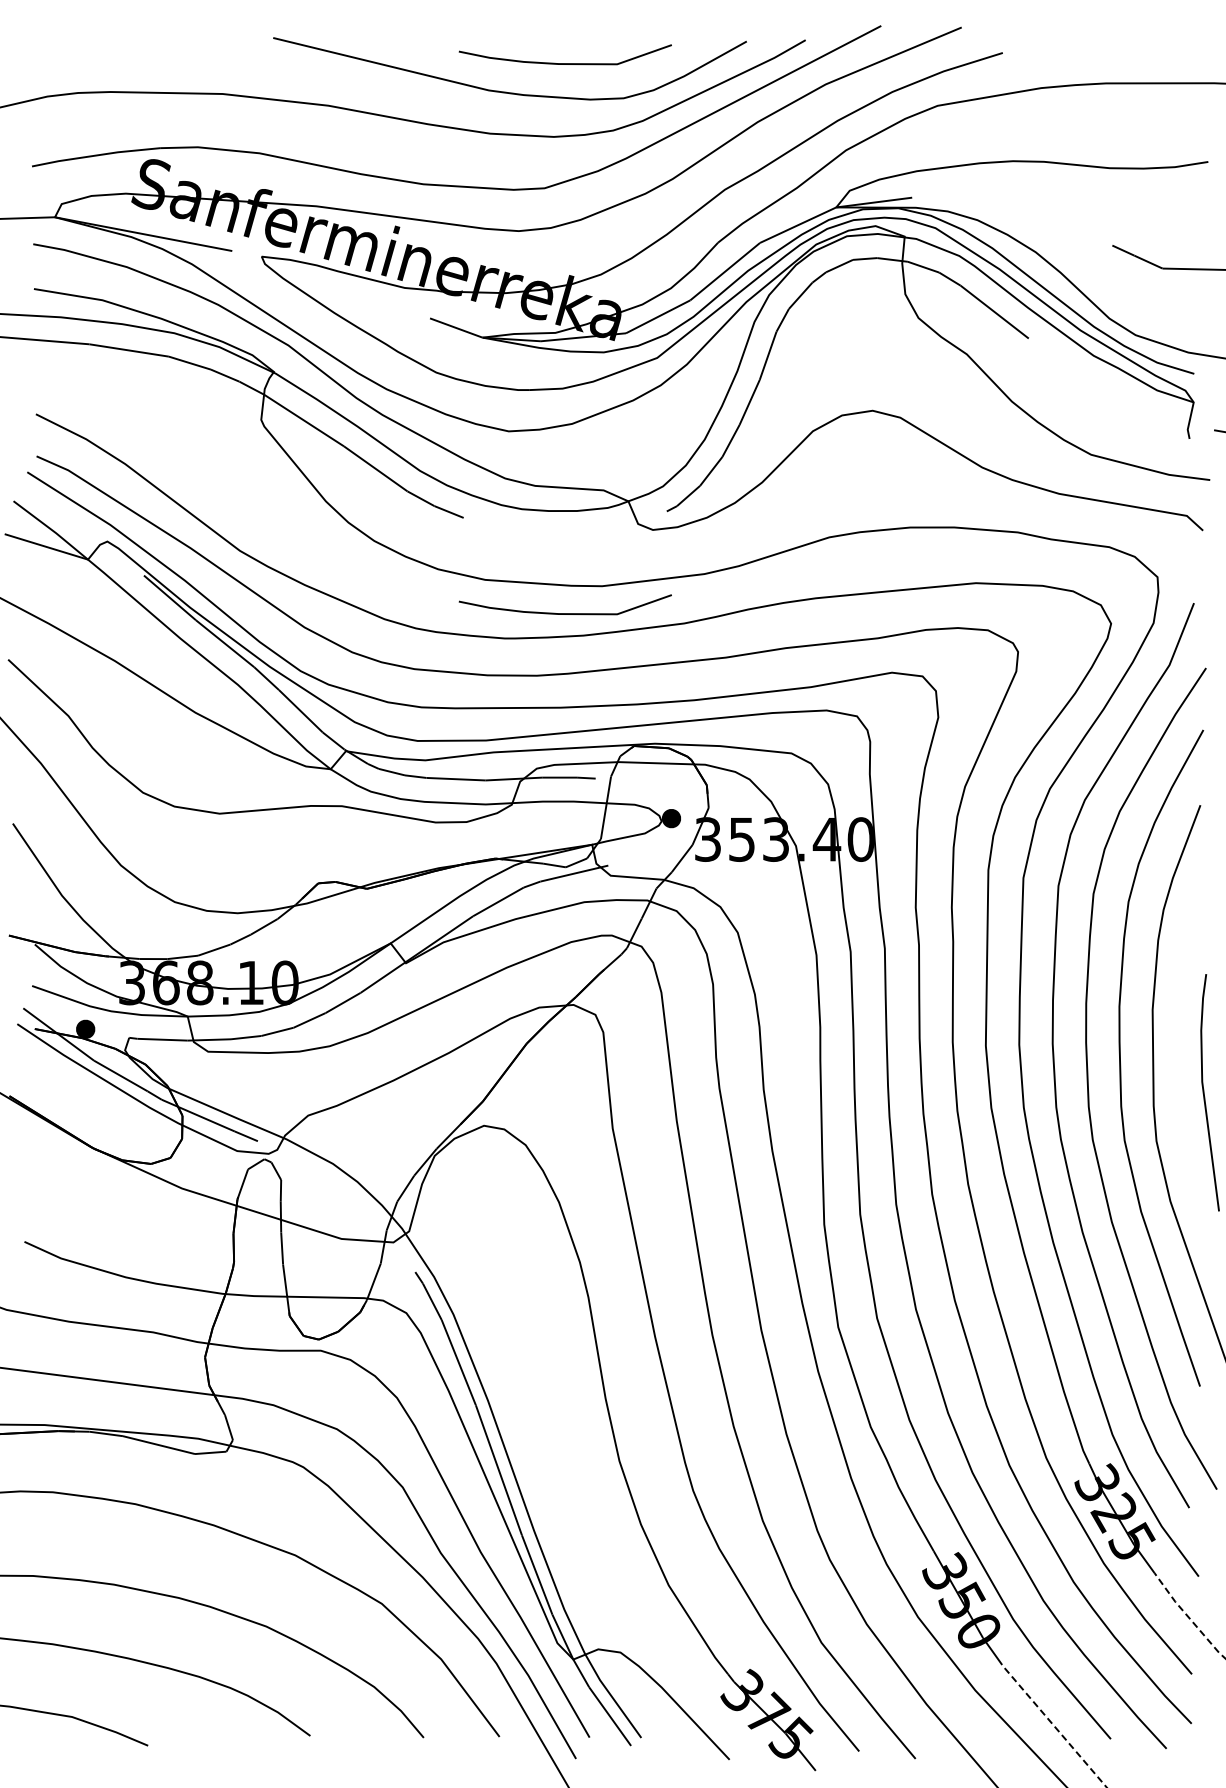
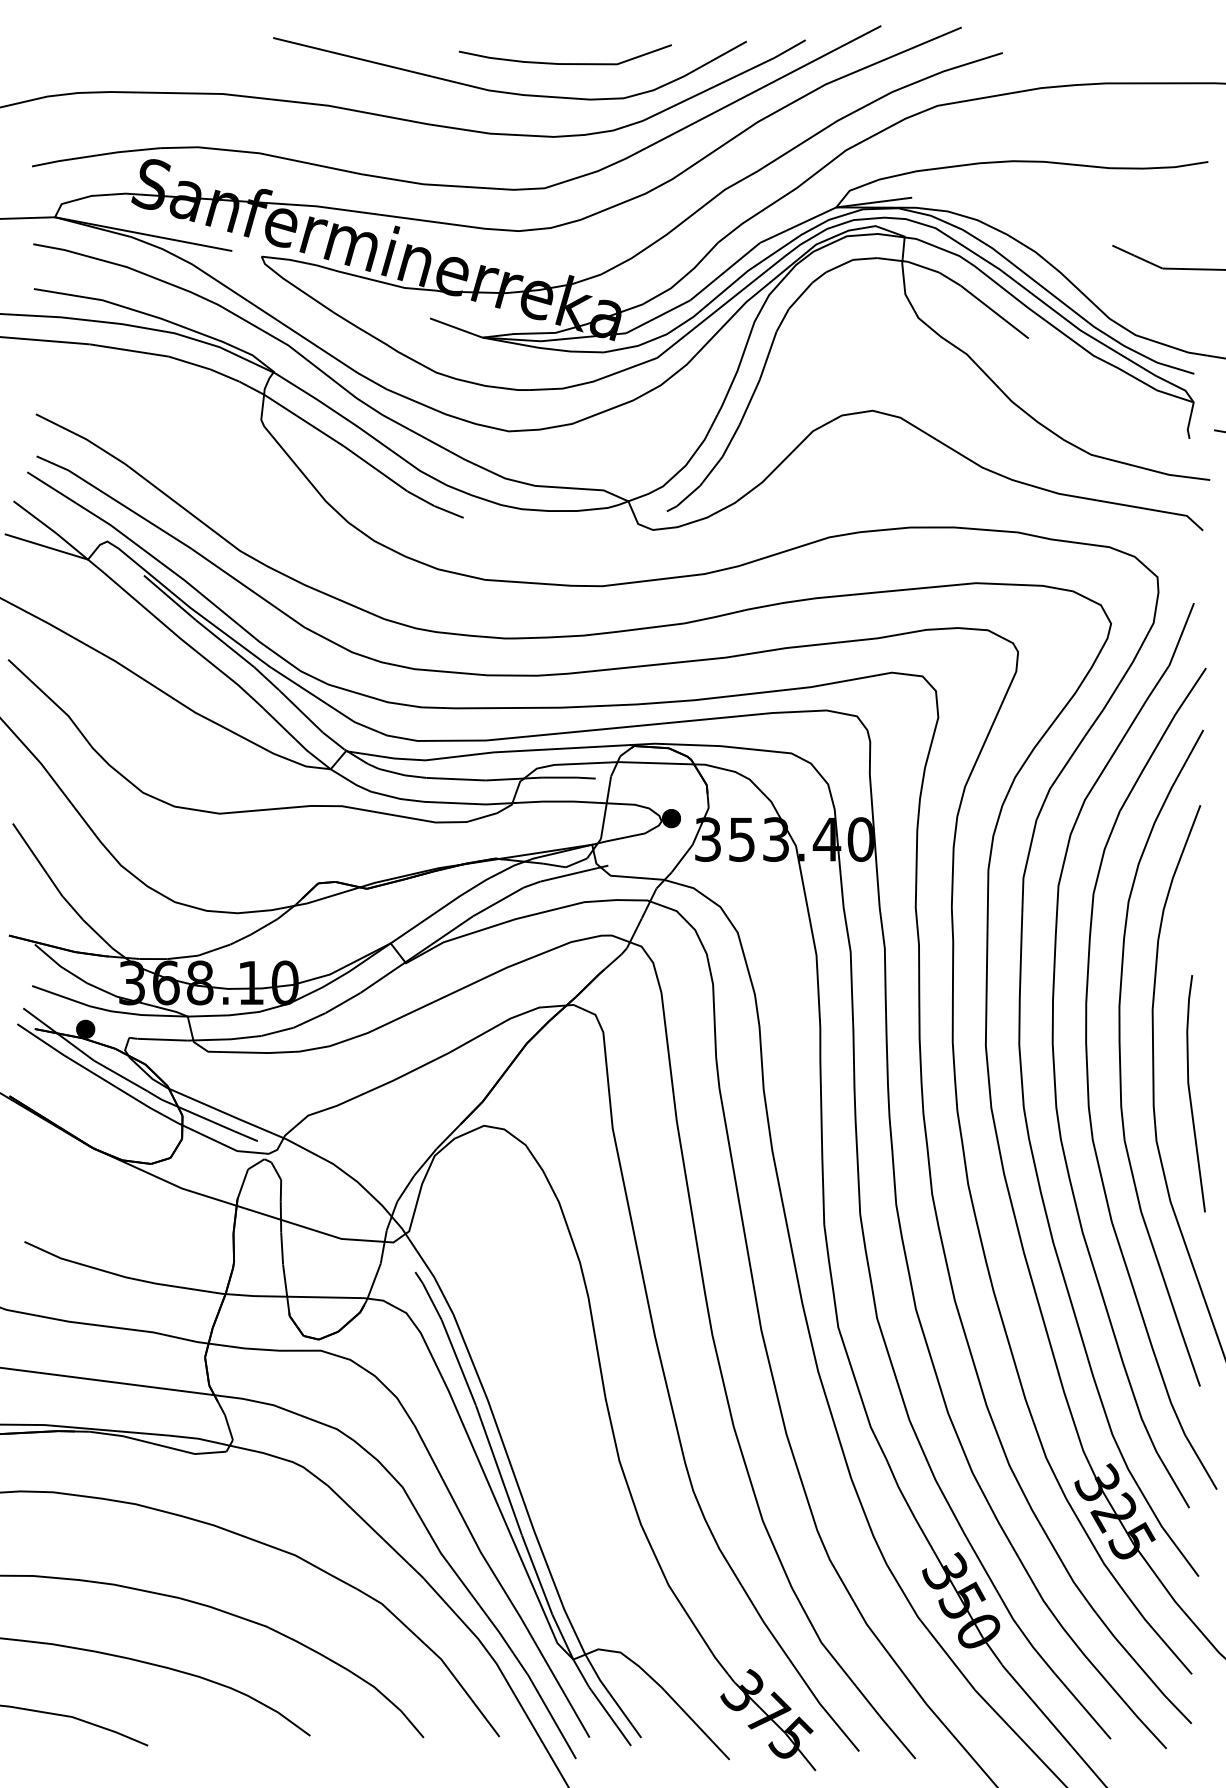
curve at (564, 613): present -> none
line at (1204, 1092) position: (1204, 1092) -> (1190, 1093)
line at (1188, 1616): dashed -> solid
line at (1053, 1725): dashed -> solid
